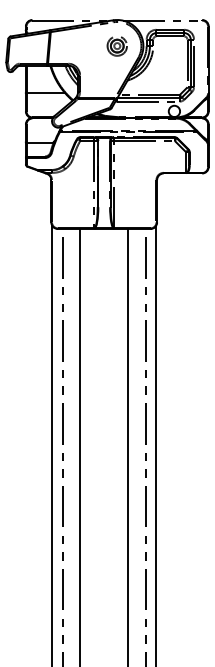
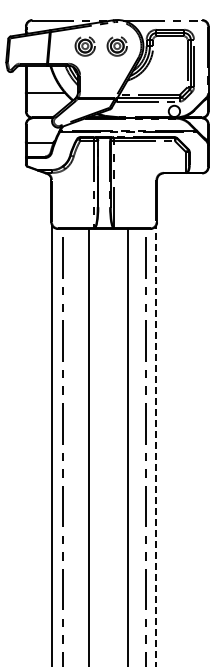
part at (84, 46): none -> present
line at (156, 445): solid -> dashed
line at (80, 446) position: (80, 446) -> (89, 446)
